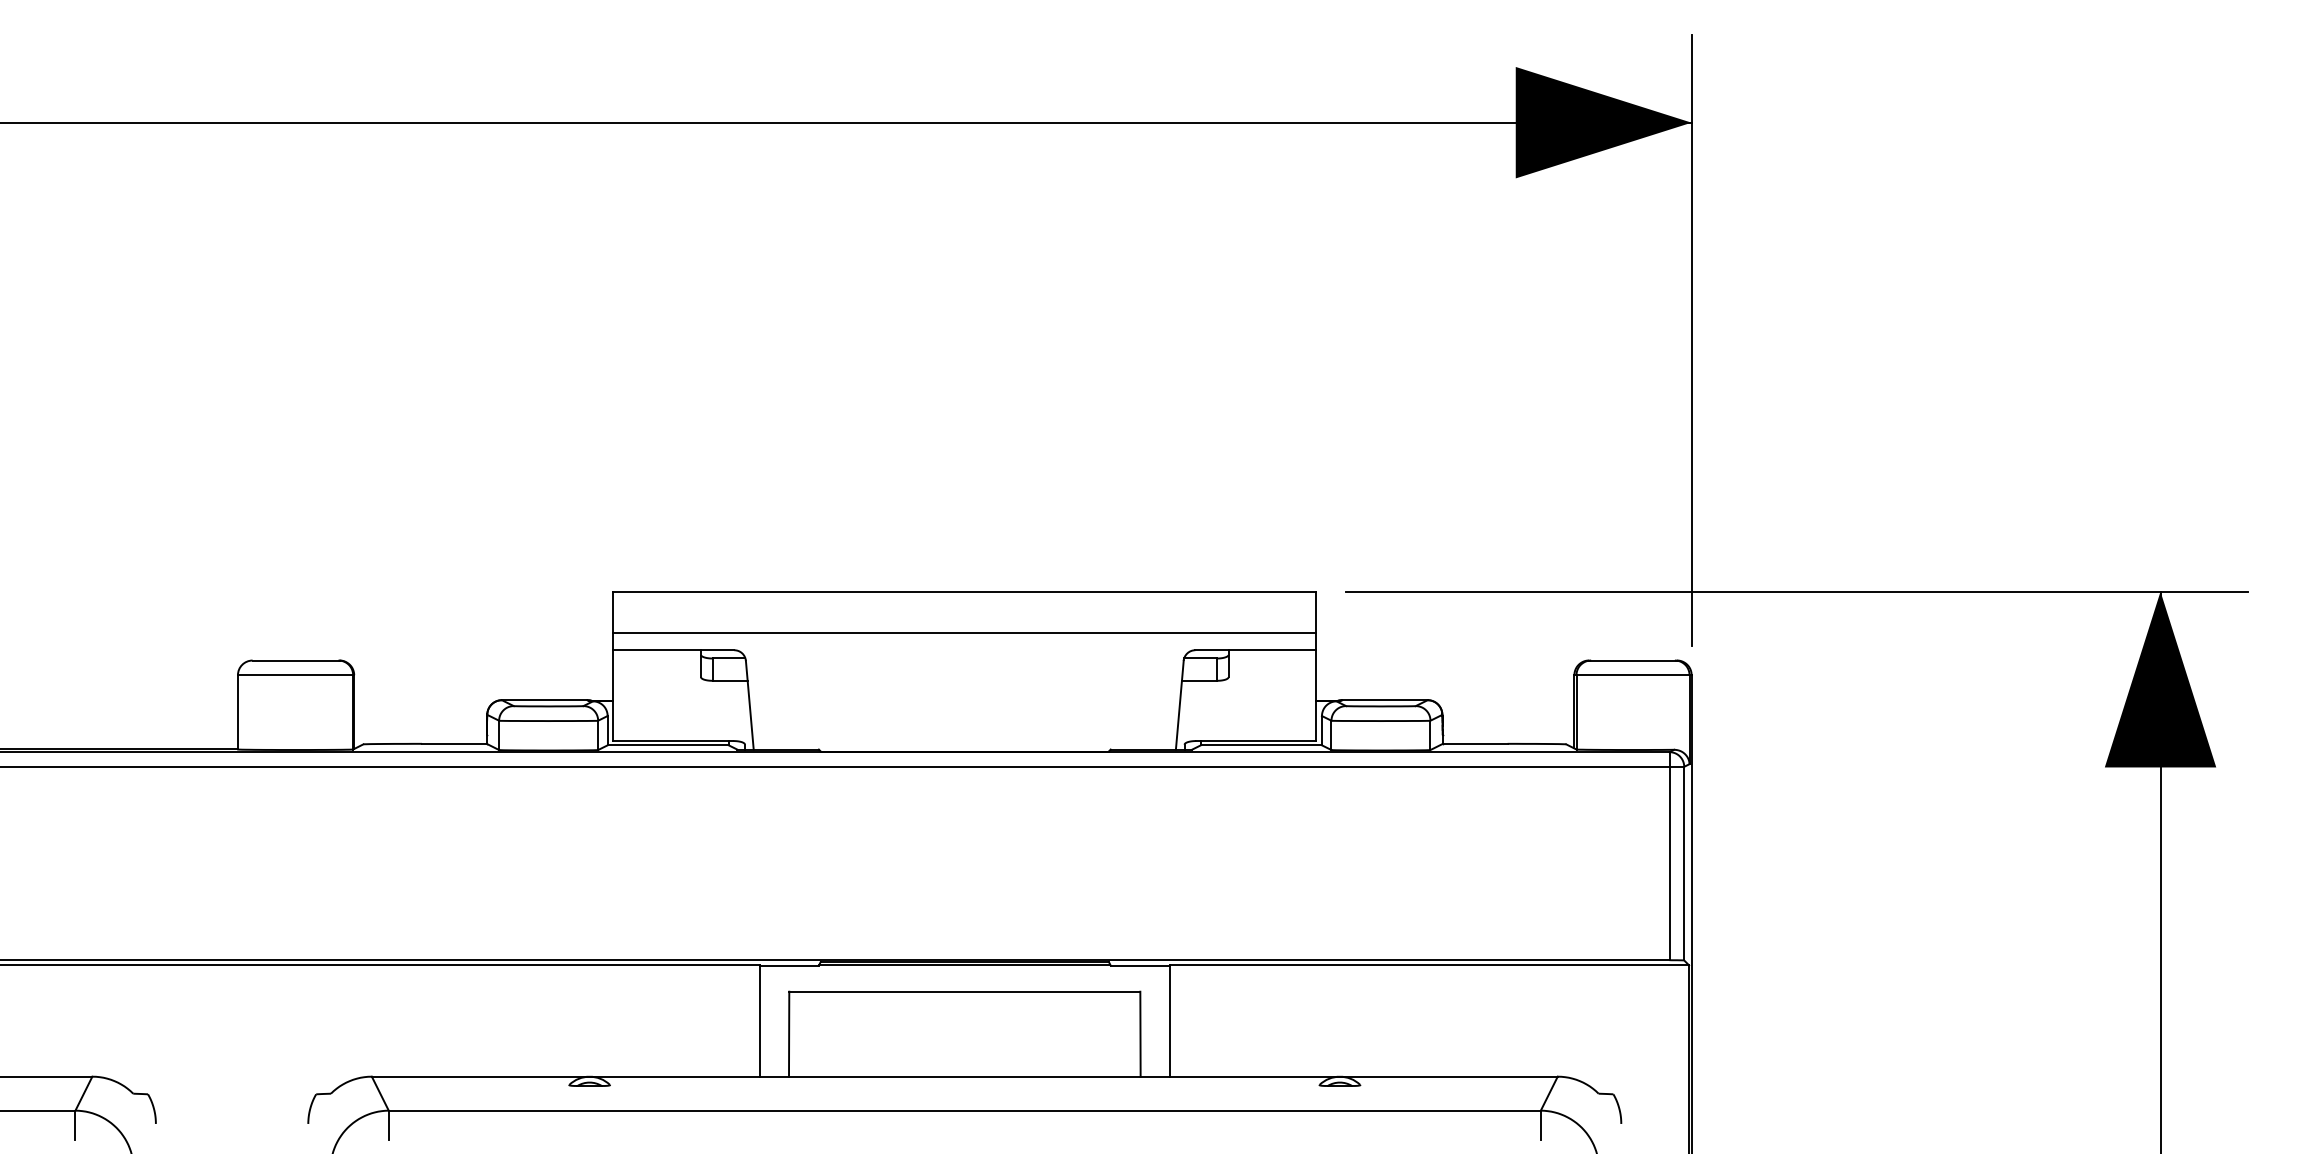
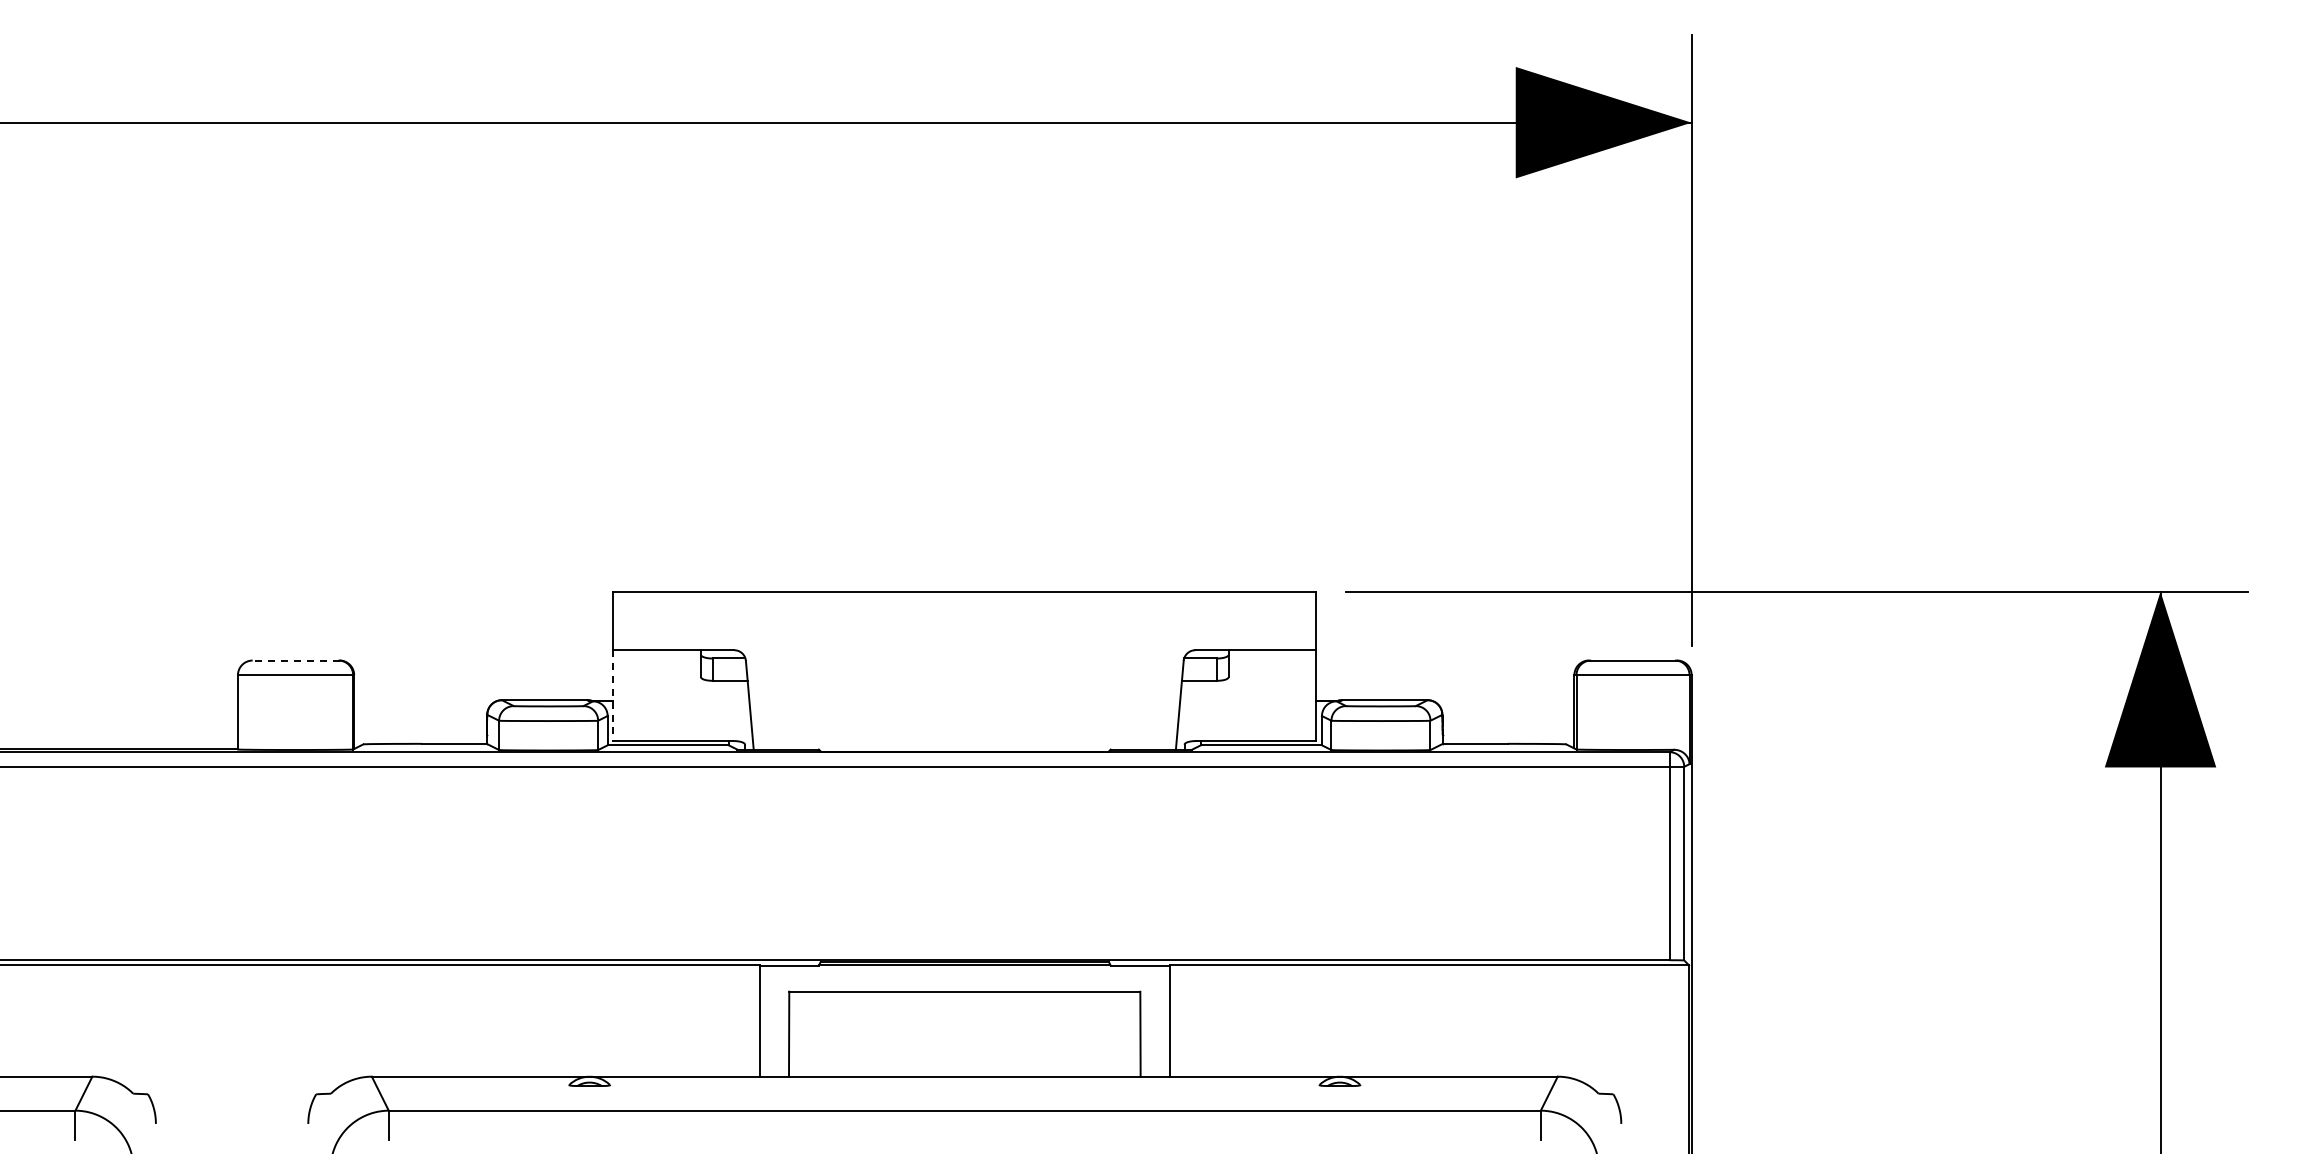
line at (964, 632): present -> none
line at (295, 660): solid -> dashed
line at (613, 696): solid -> dashed
